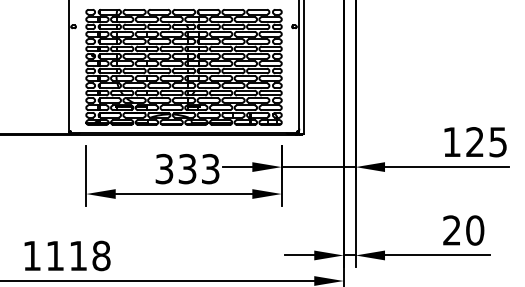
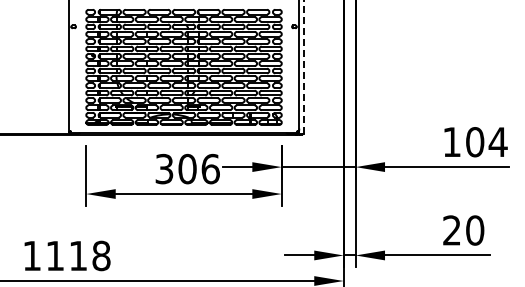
line at (303, 67): solid -> dashed
text at (486, 142): 125 -> 104
text at (198, 168): 333 -> 306
